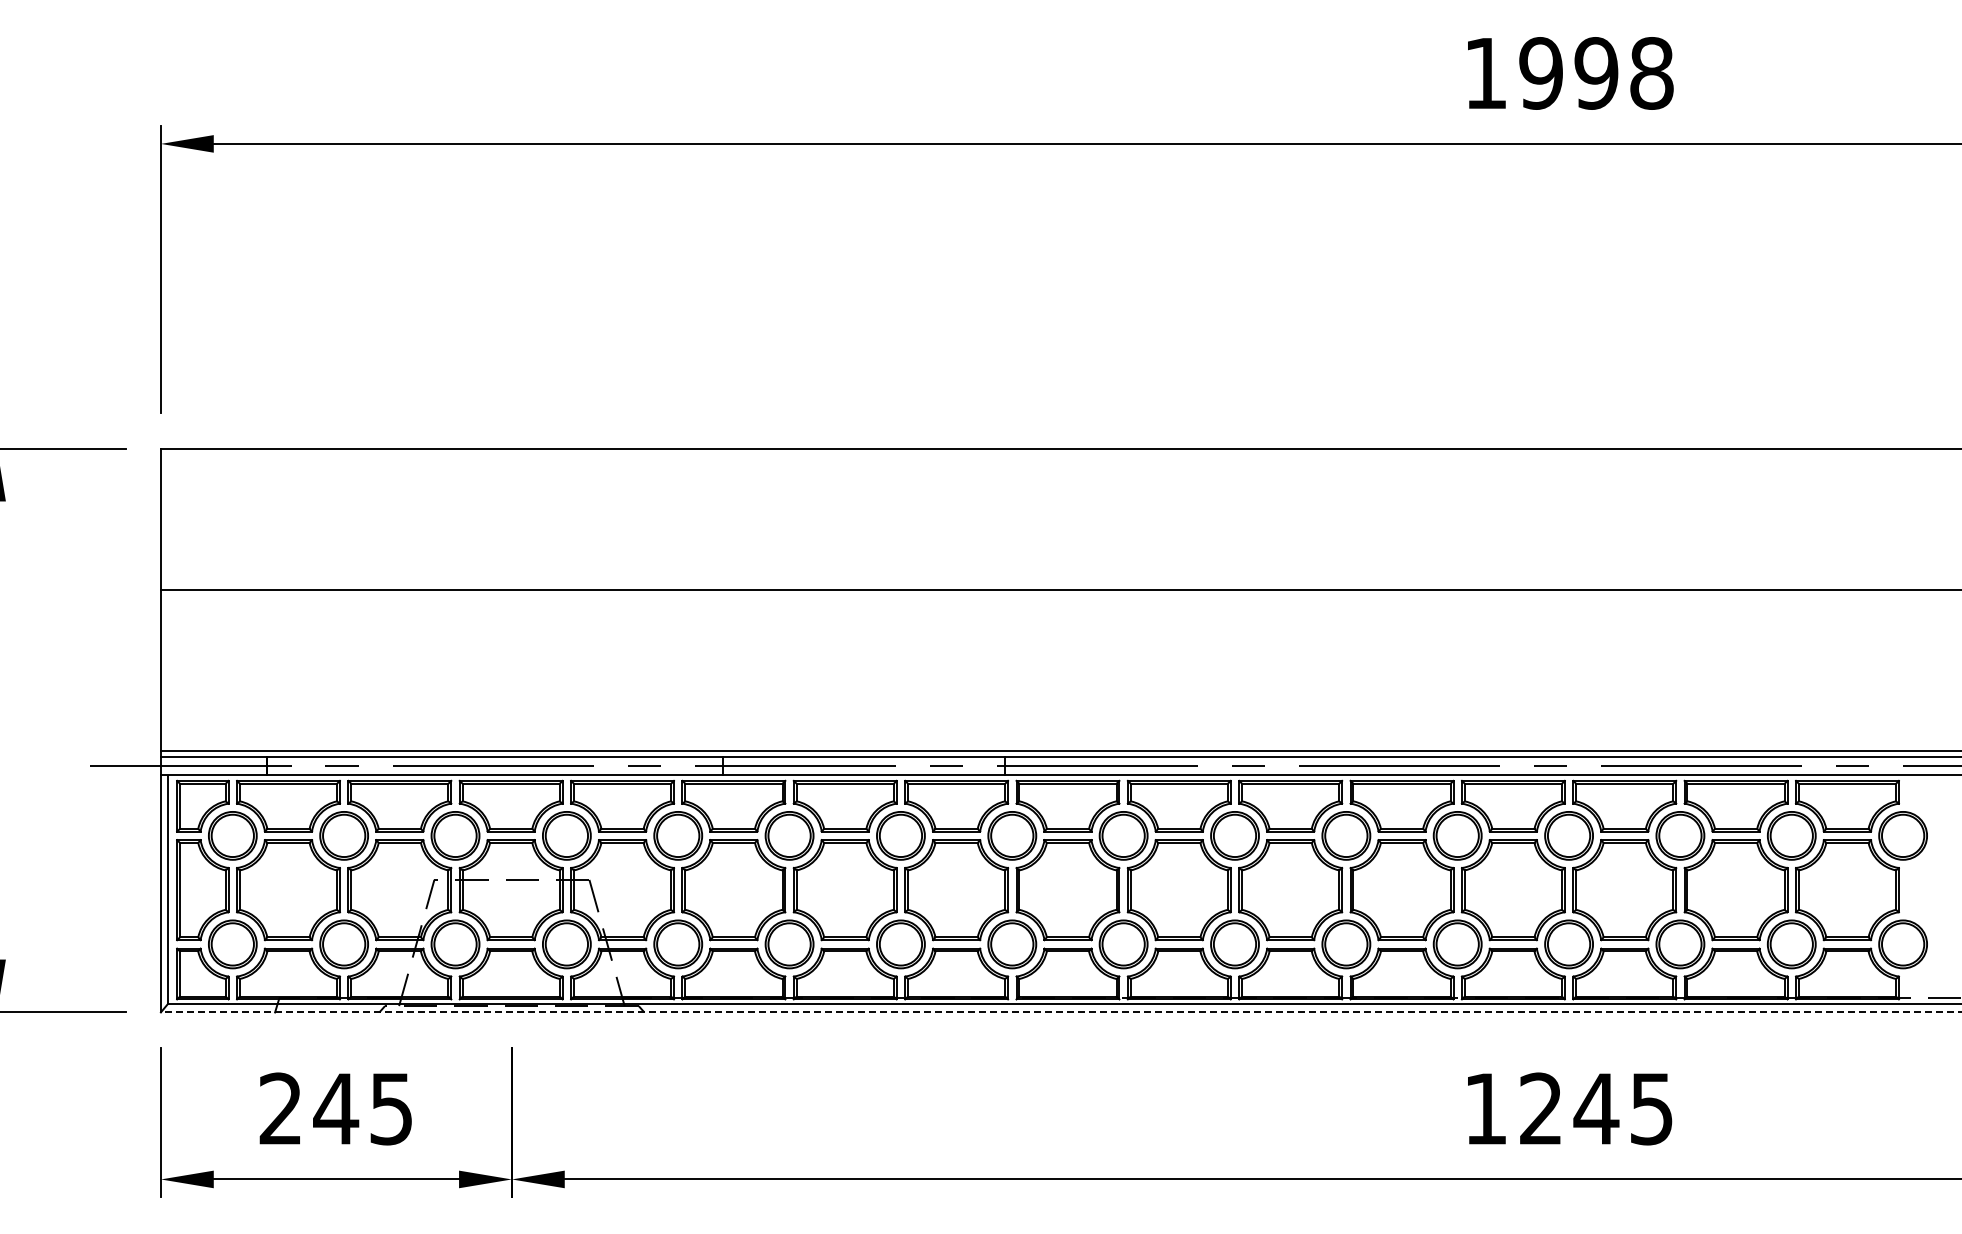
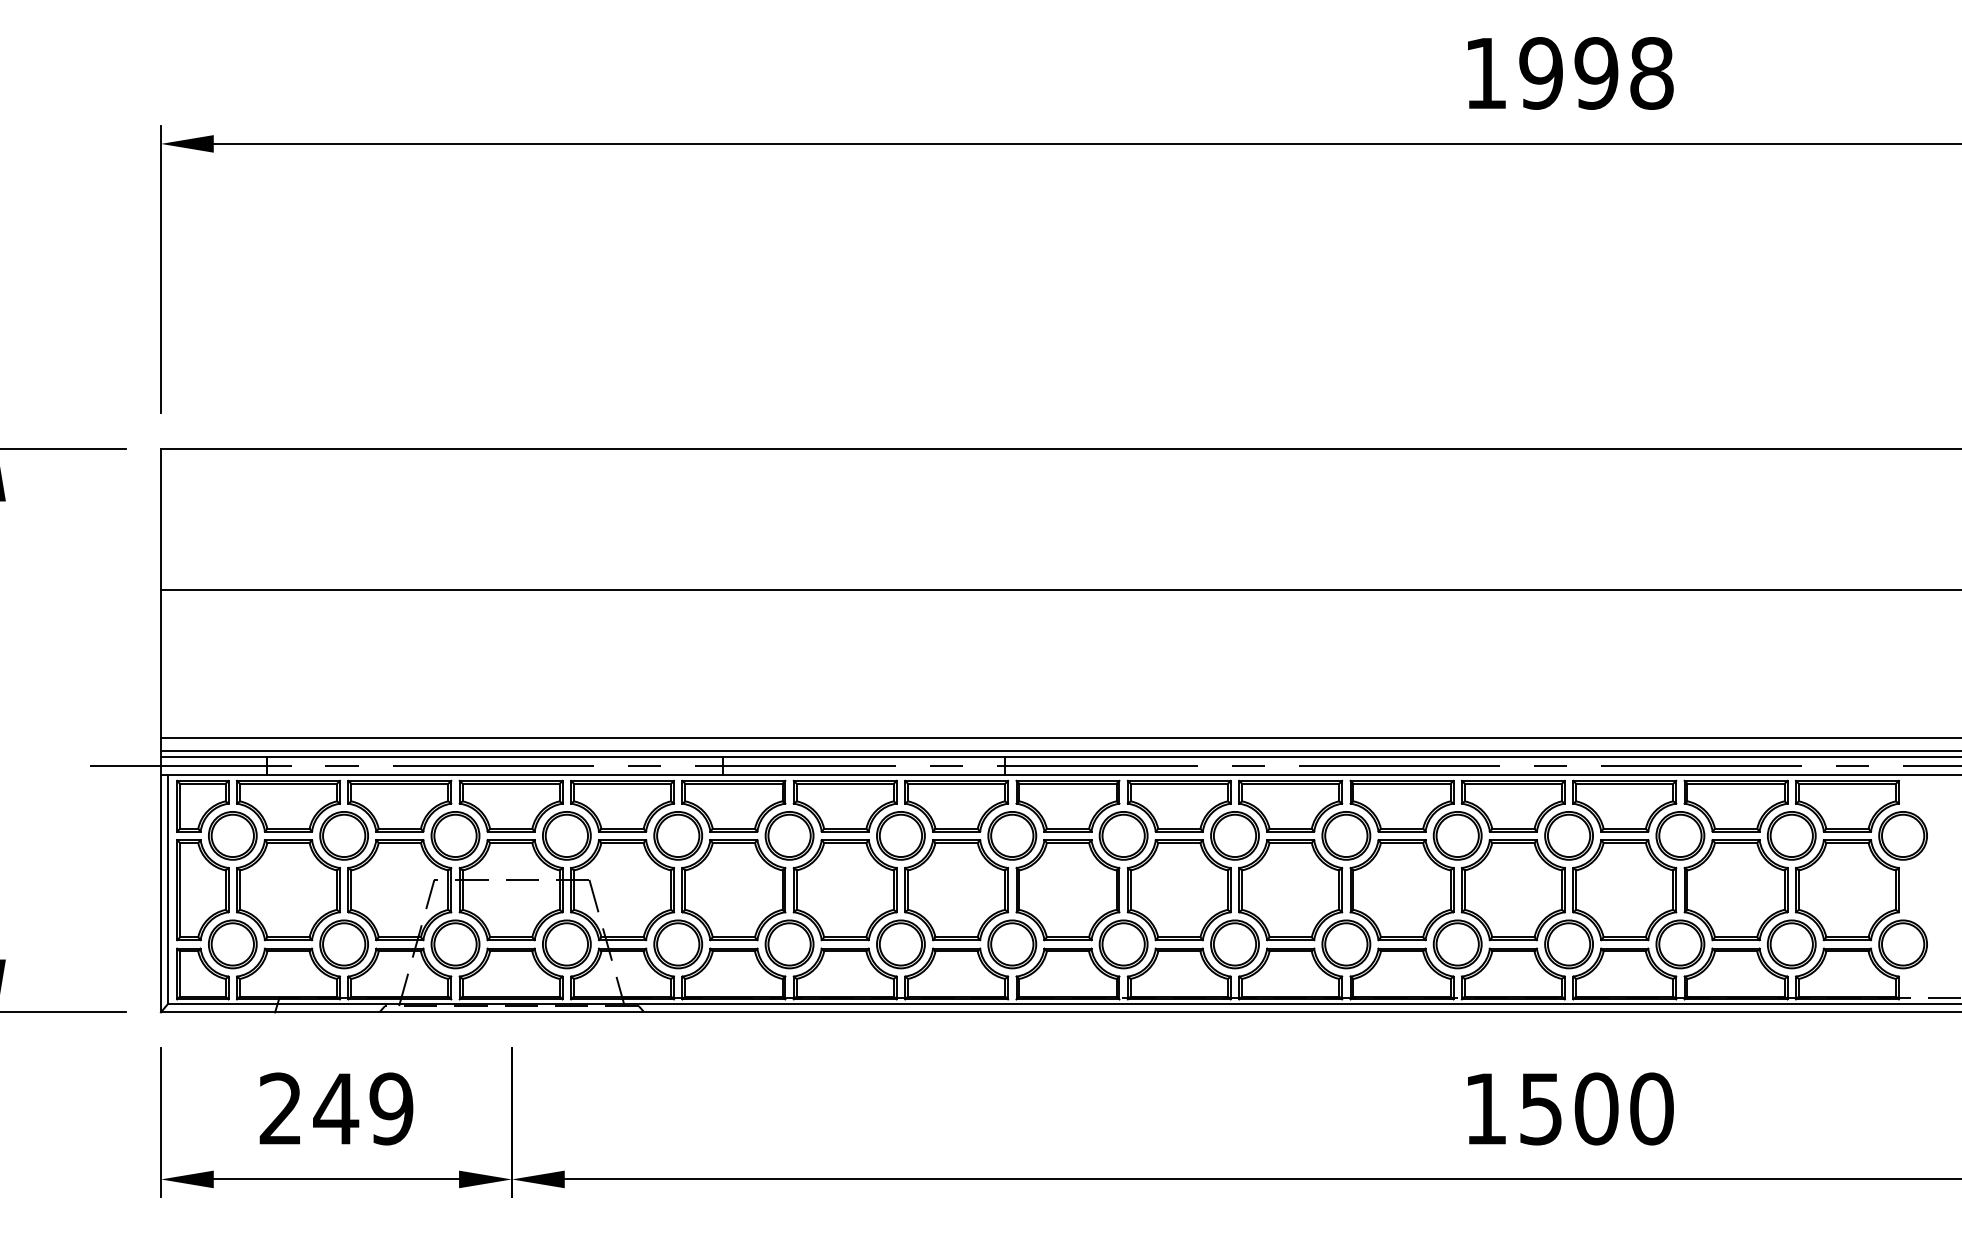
line at (1059, 738): none -> present
line at (1060, 1012): dashed -> solid
text at (391, 1108): 245 -> 249
text at (1596, 1108): 1245 -> 1500
